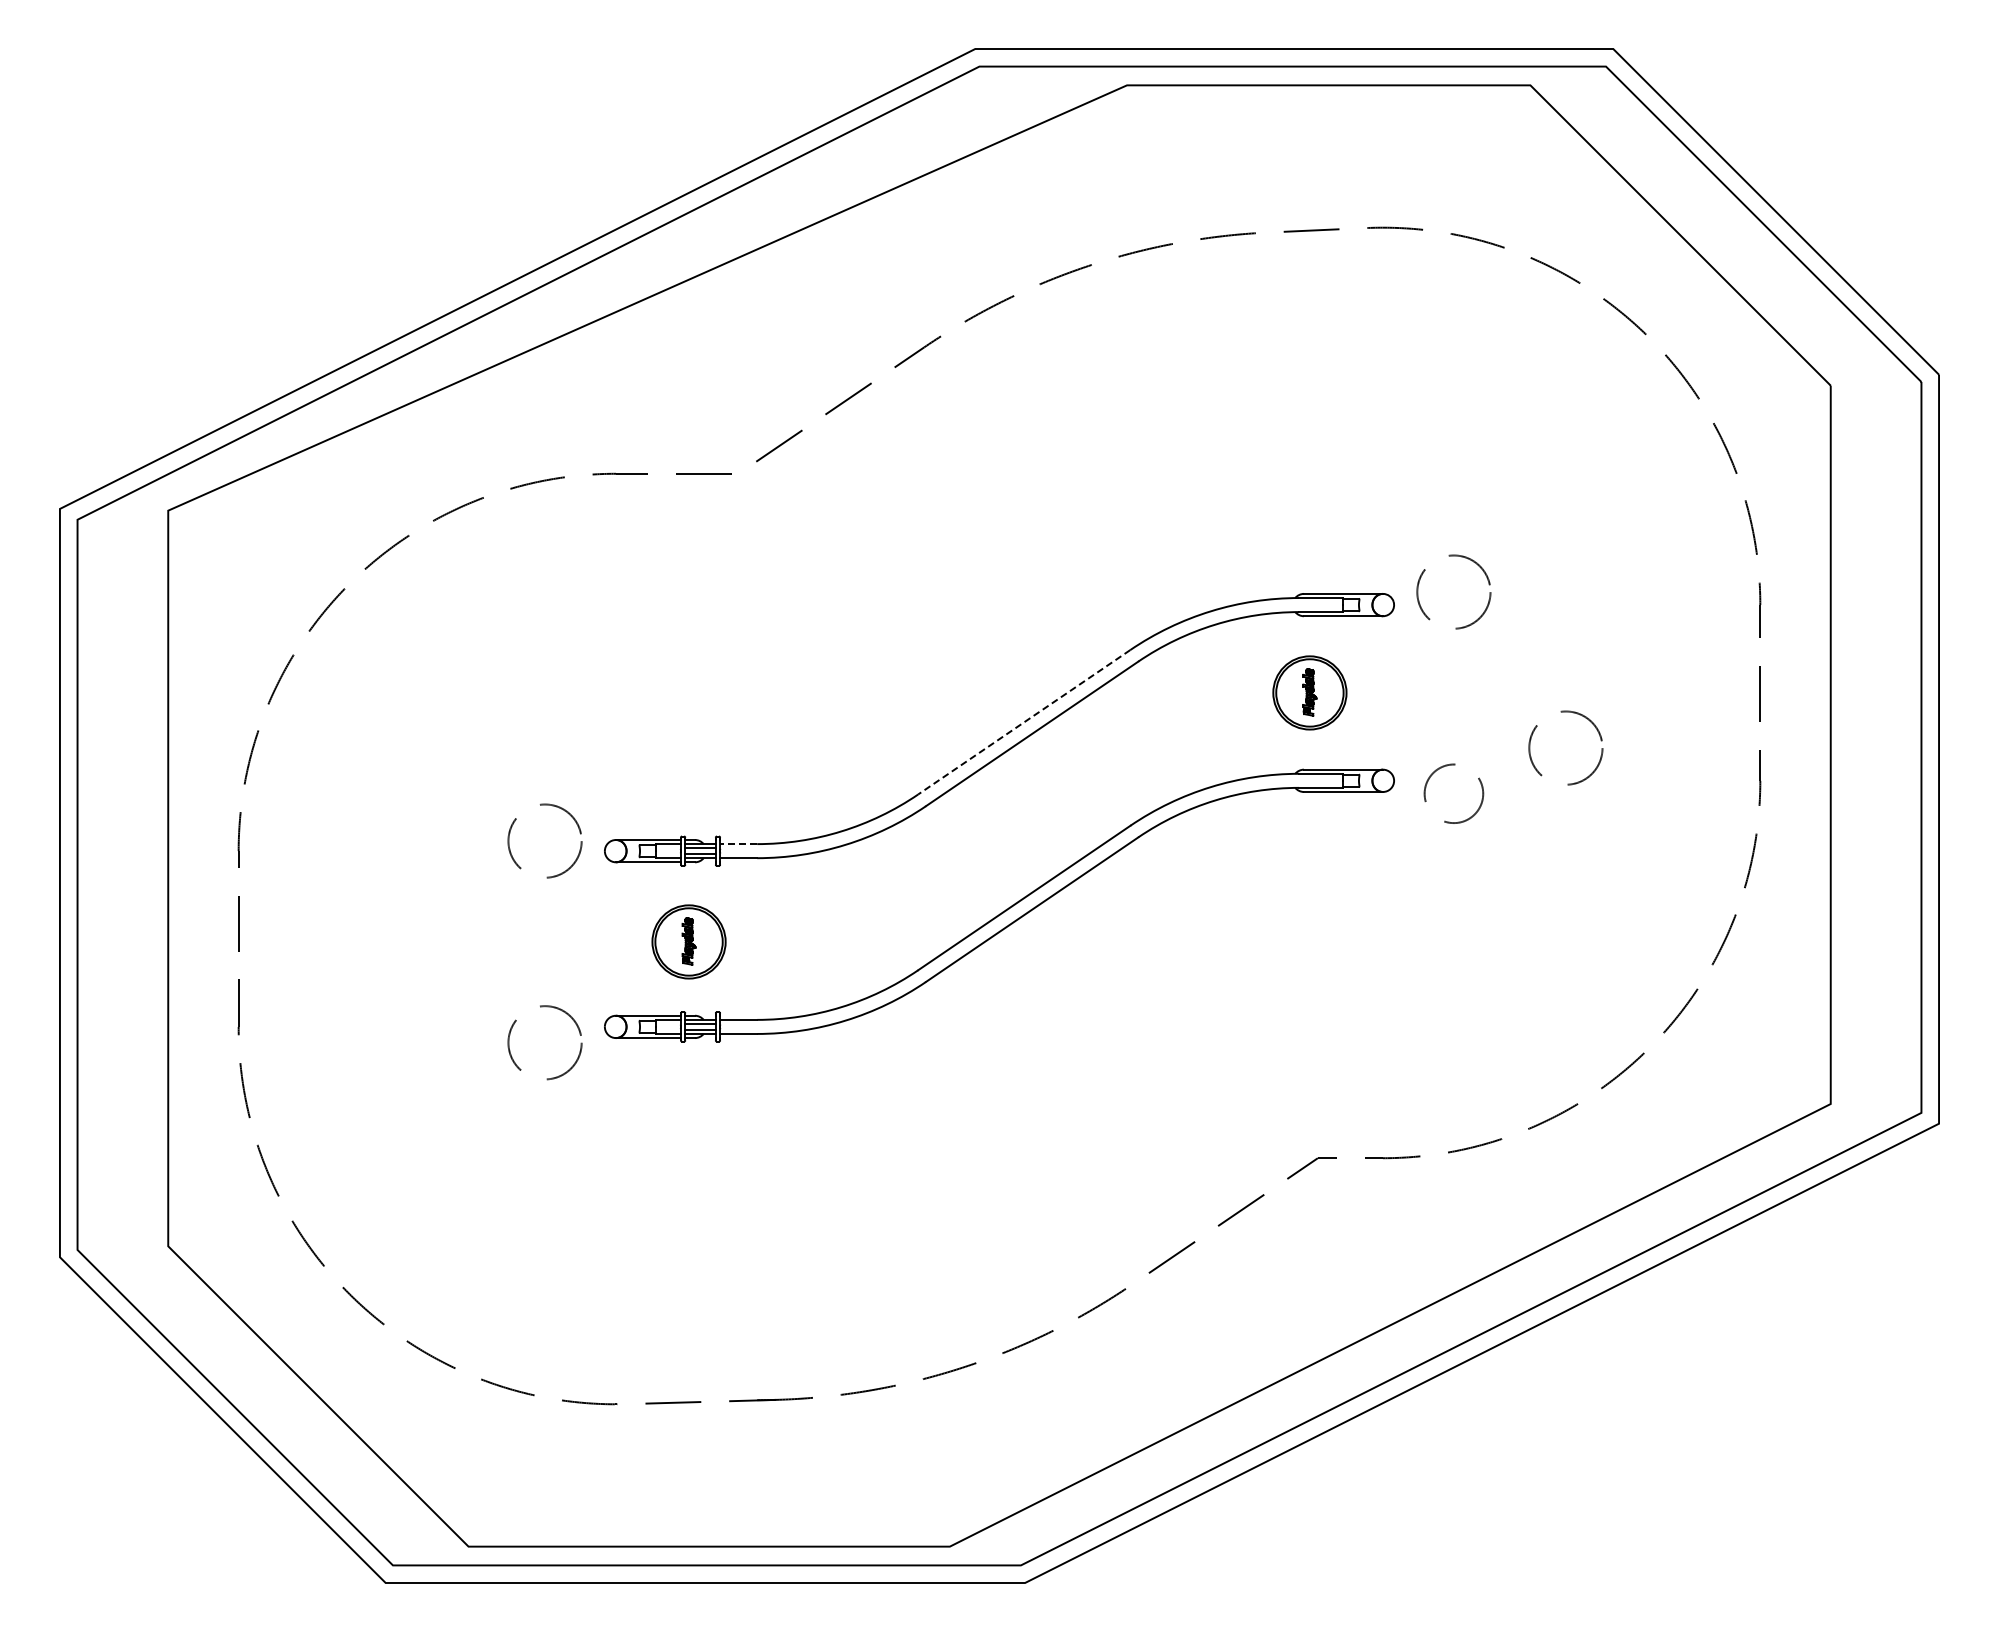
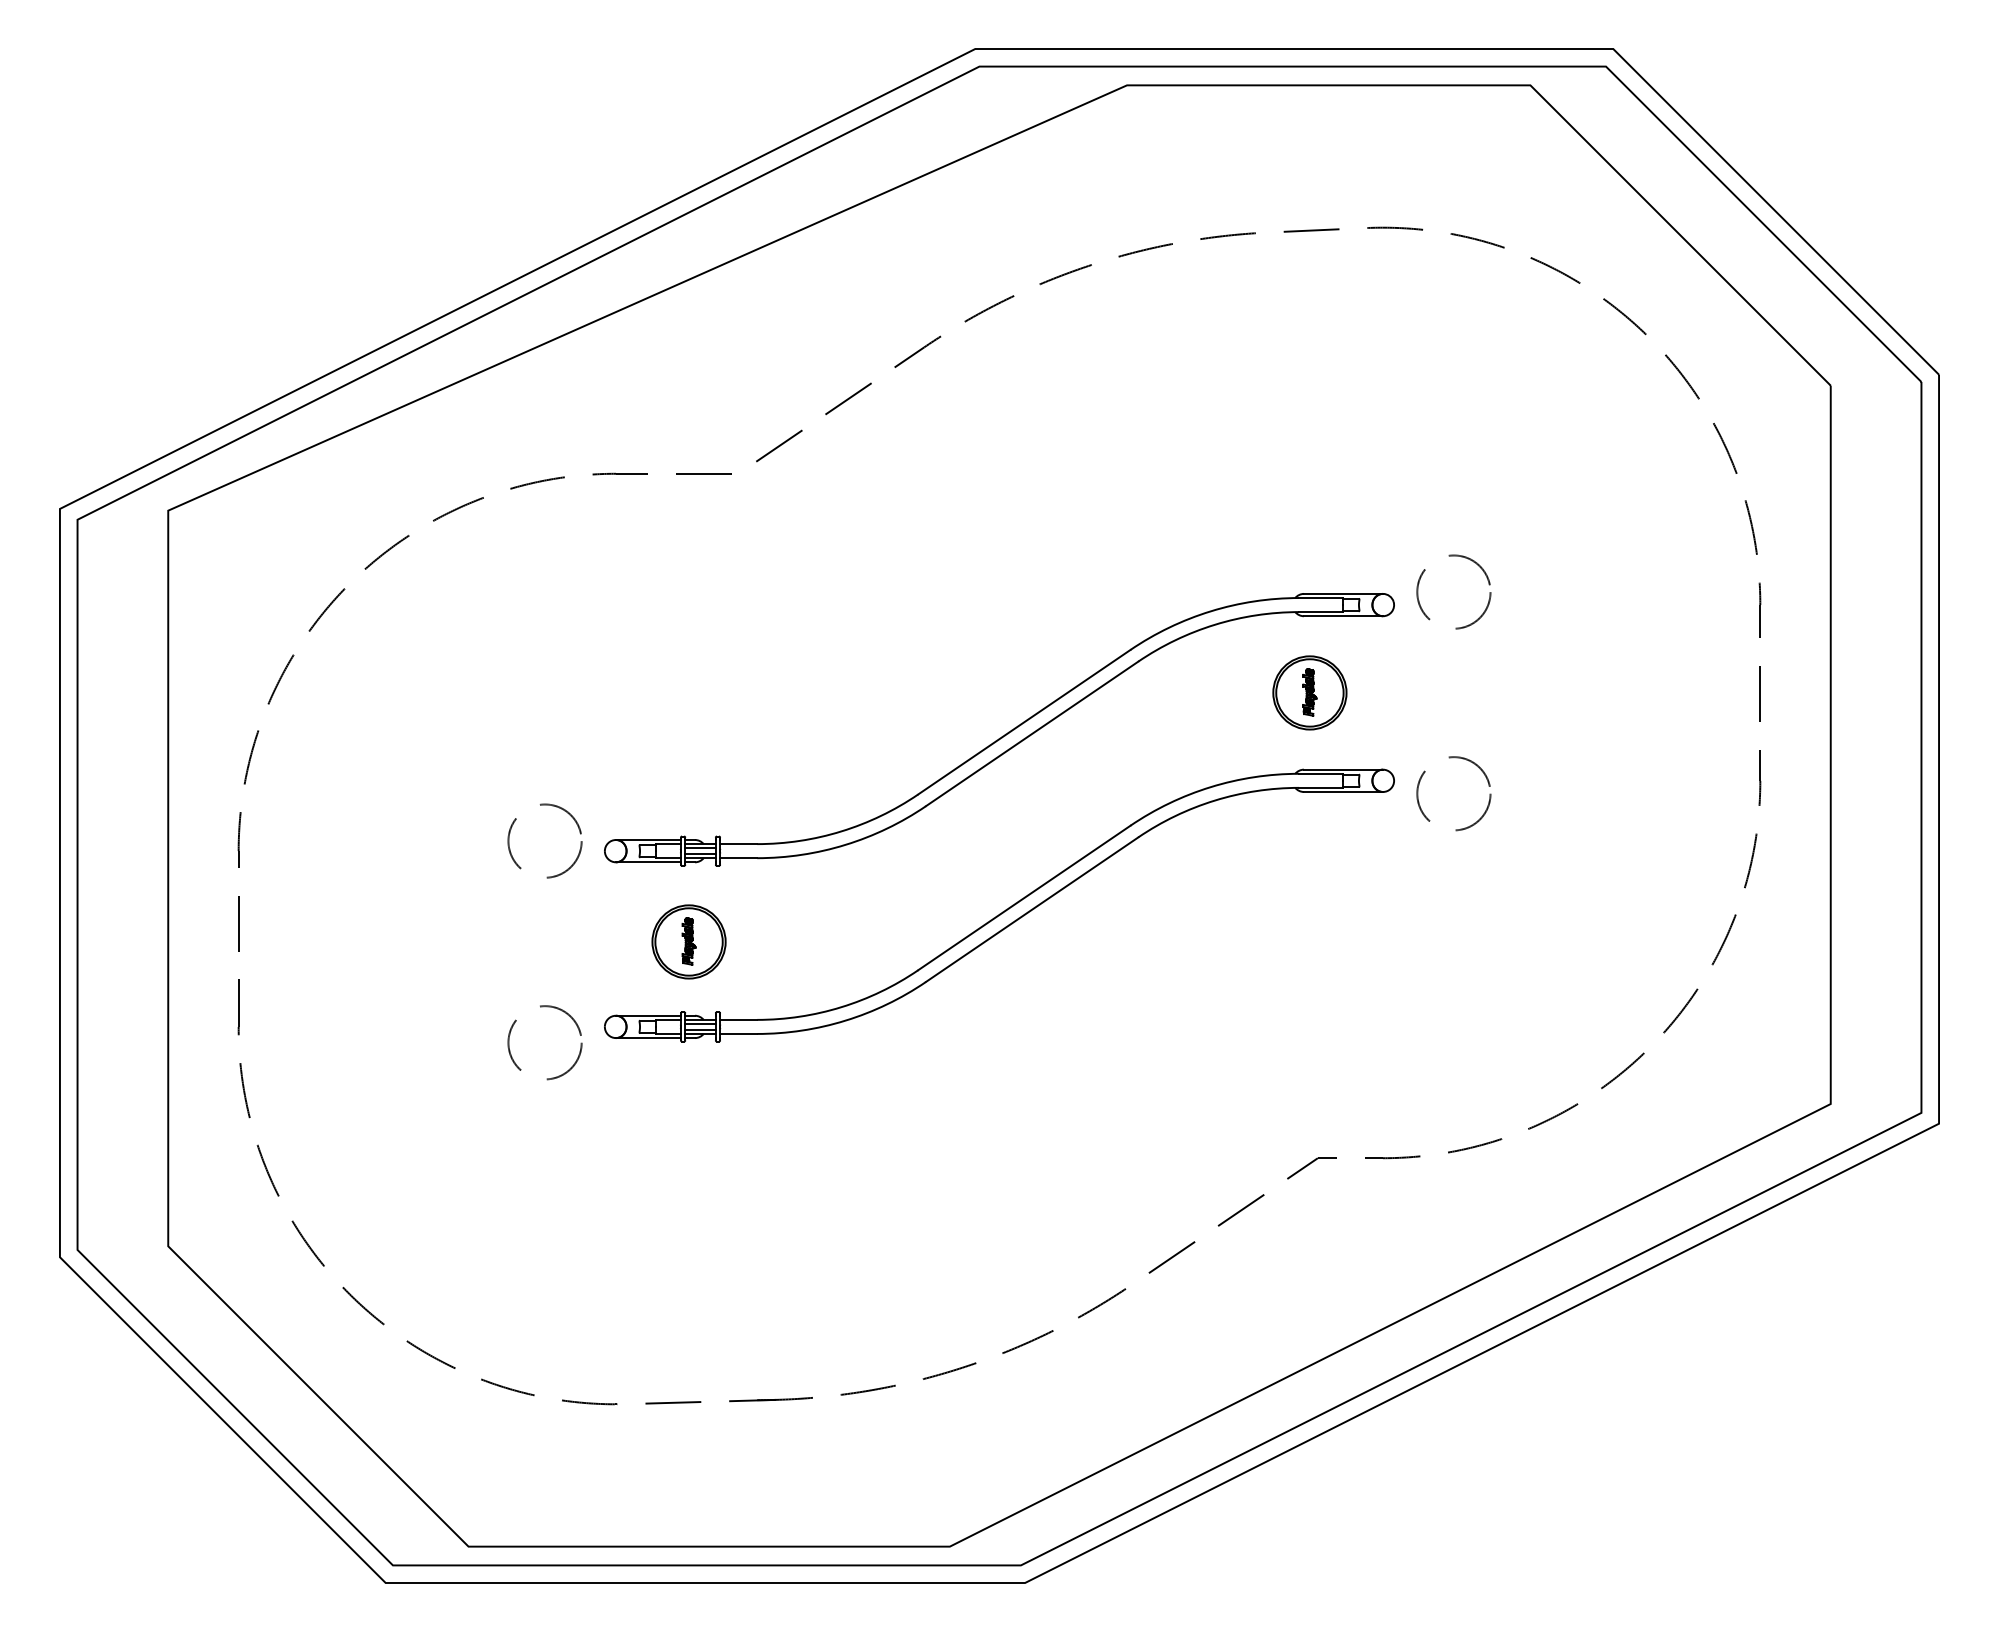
line at (1023, 722): dashed -> solid
circle at (1565, 747): present -> none
circle at (1453, 793) size: 62x61 px -> 76x76 px
line at (738, 844): dashed -> solid
